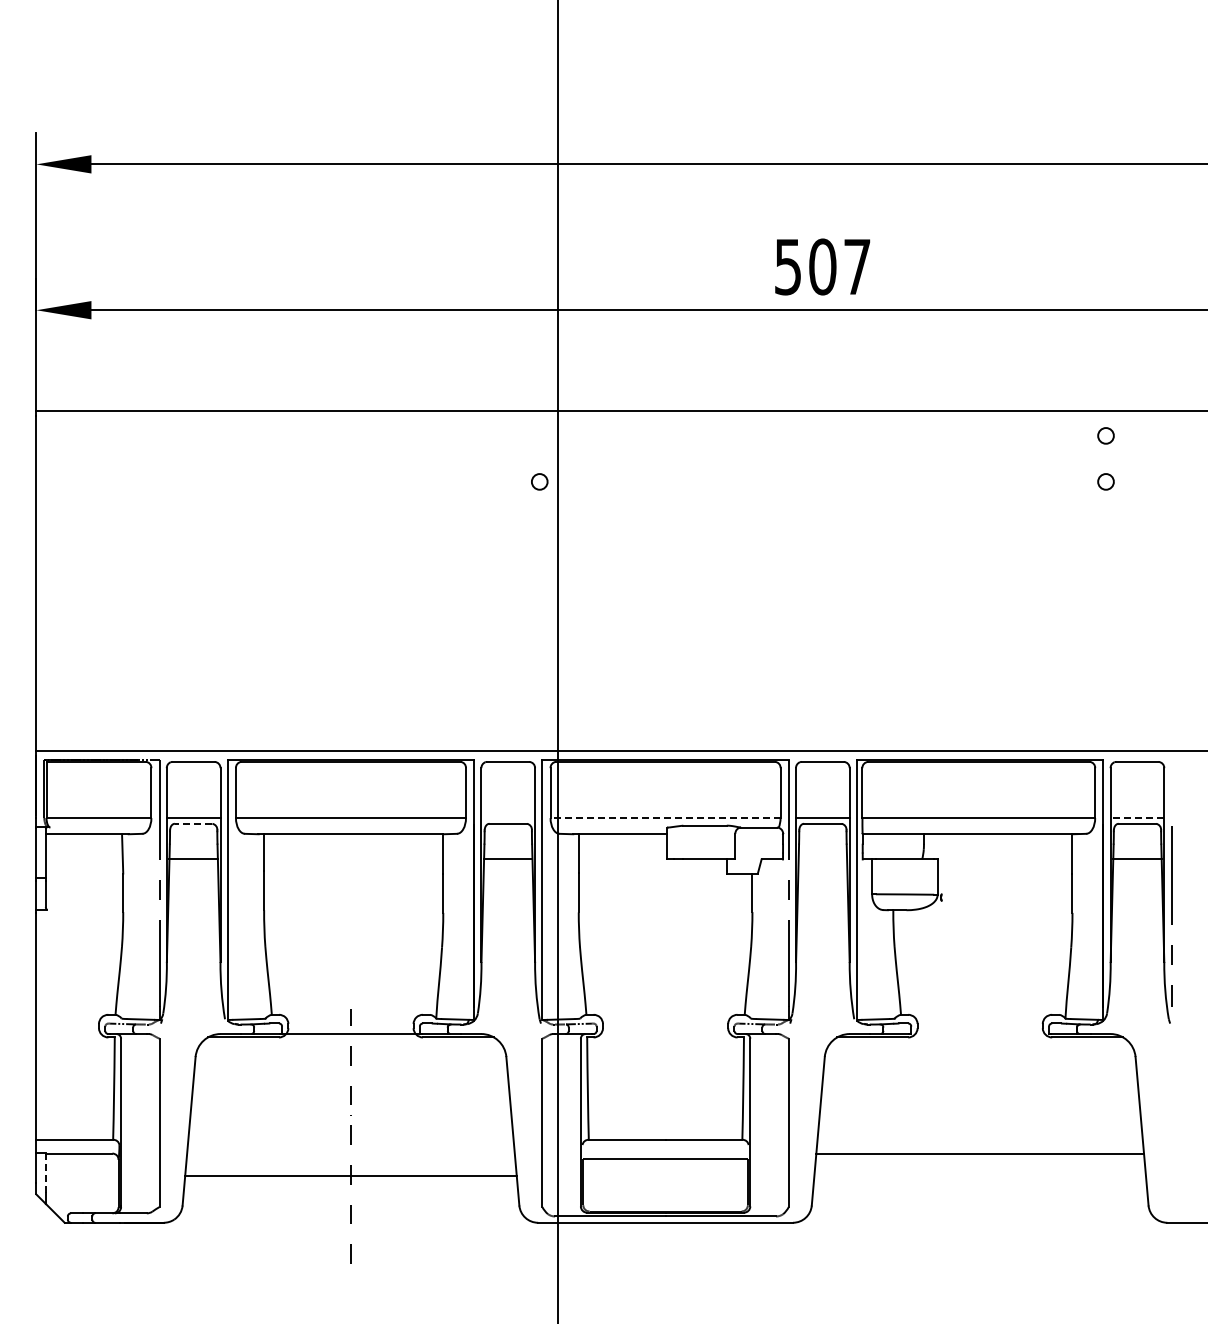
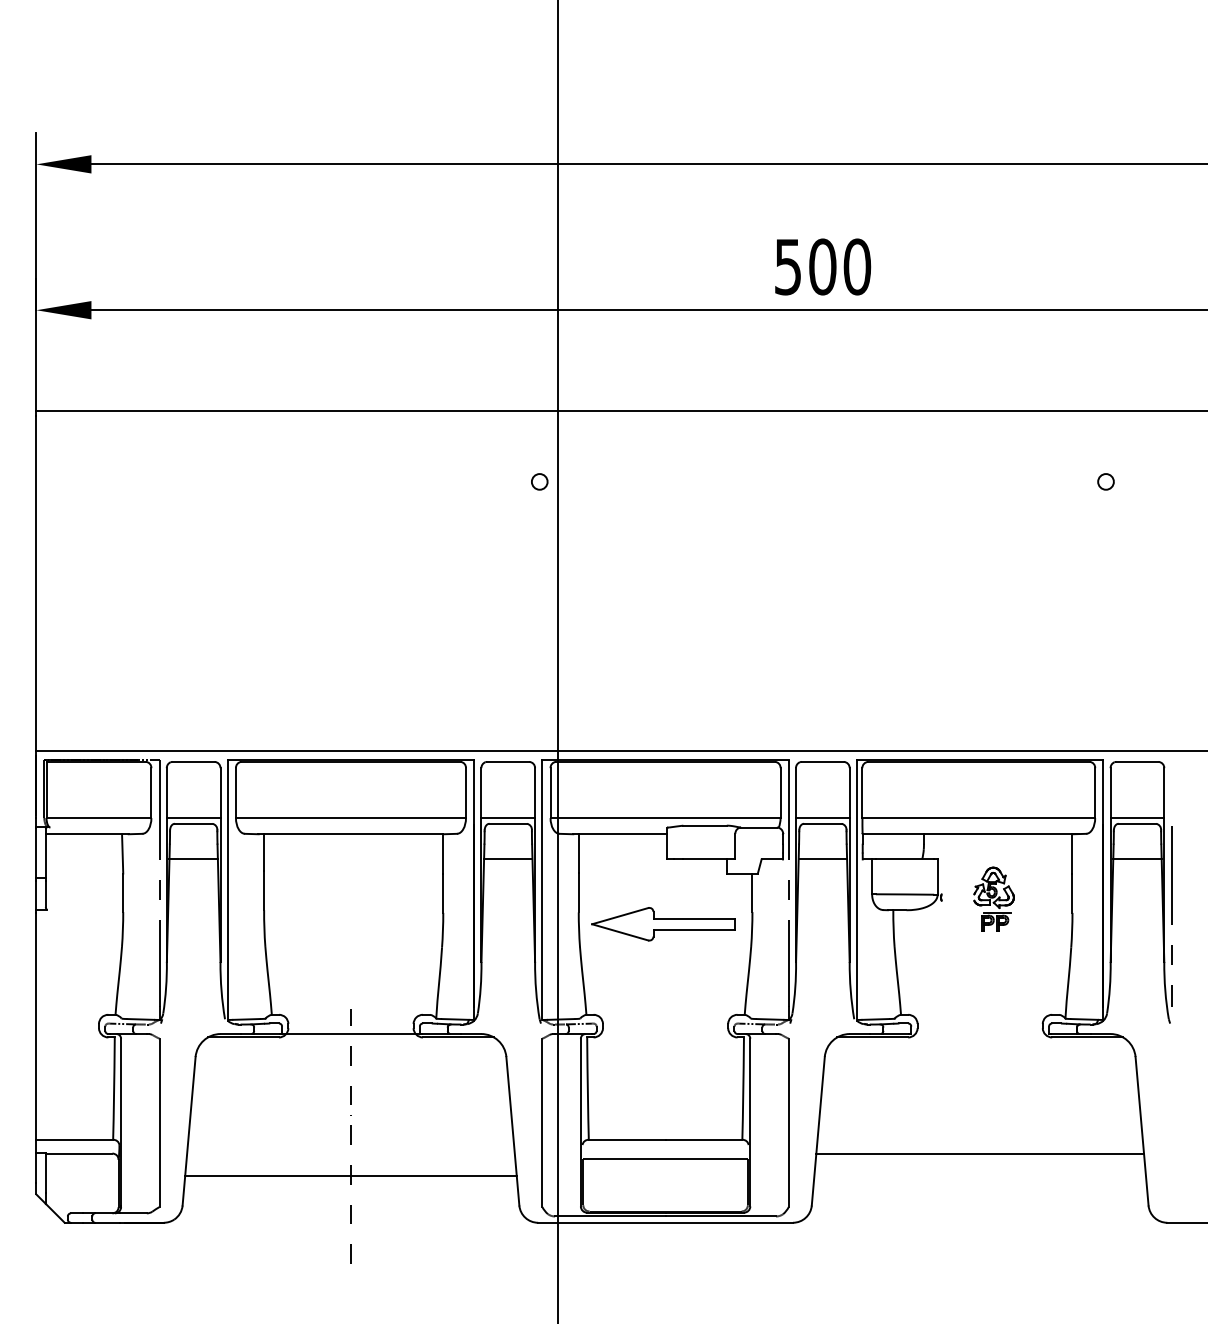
text at (857, 266): 507 -> 500
circle at (1105, 435): present -> none
line at (508, 818): none -> present
line at (665, 818): dashed -> solid
line at (1137, 818): dashed -> solid
line at (193, 823): dashed -> solid
line at (822, 859): none -> present
part at (993, 898): none -> present
part at (663, 924): none -> present
line at (45, 1173): dashed -> solid
